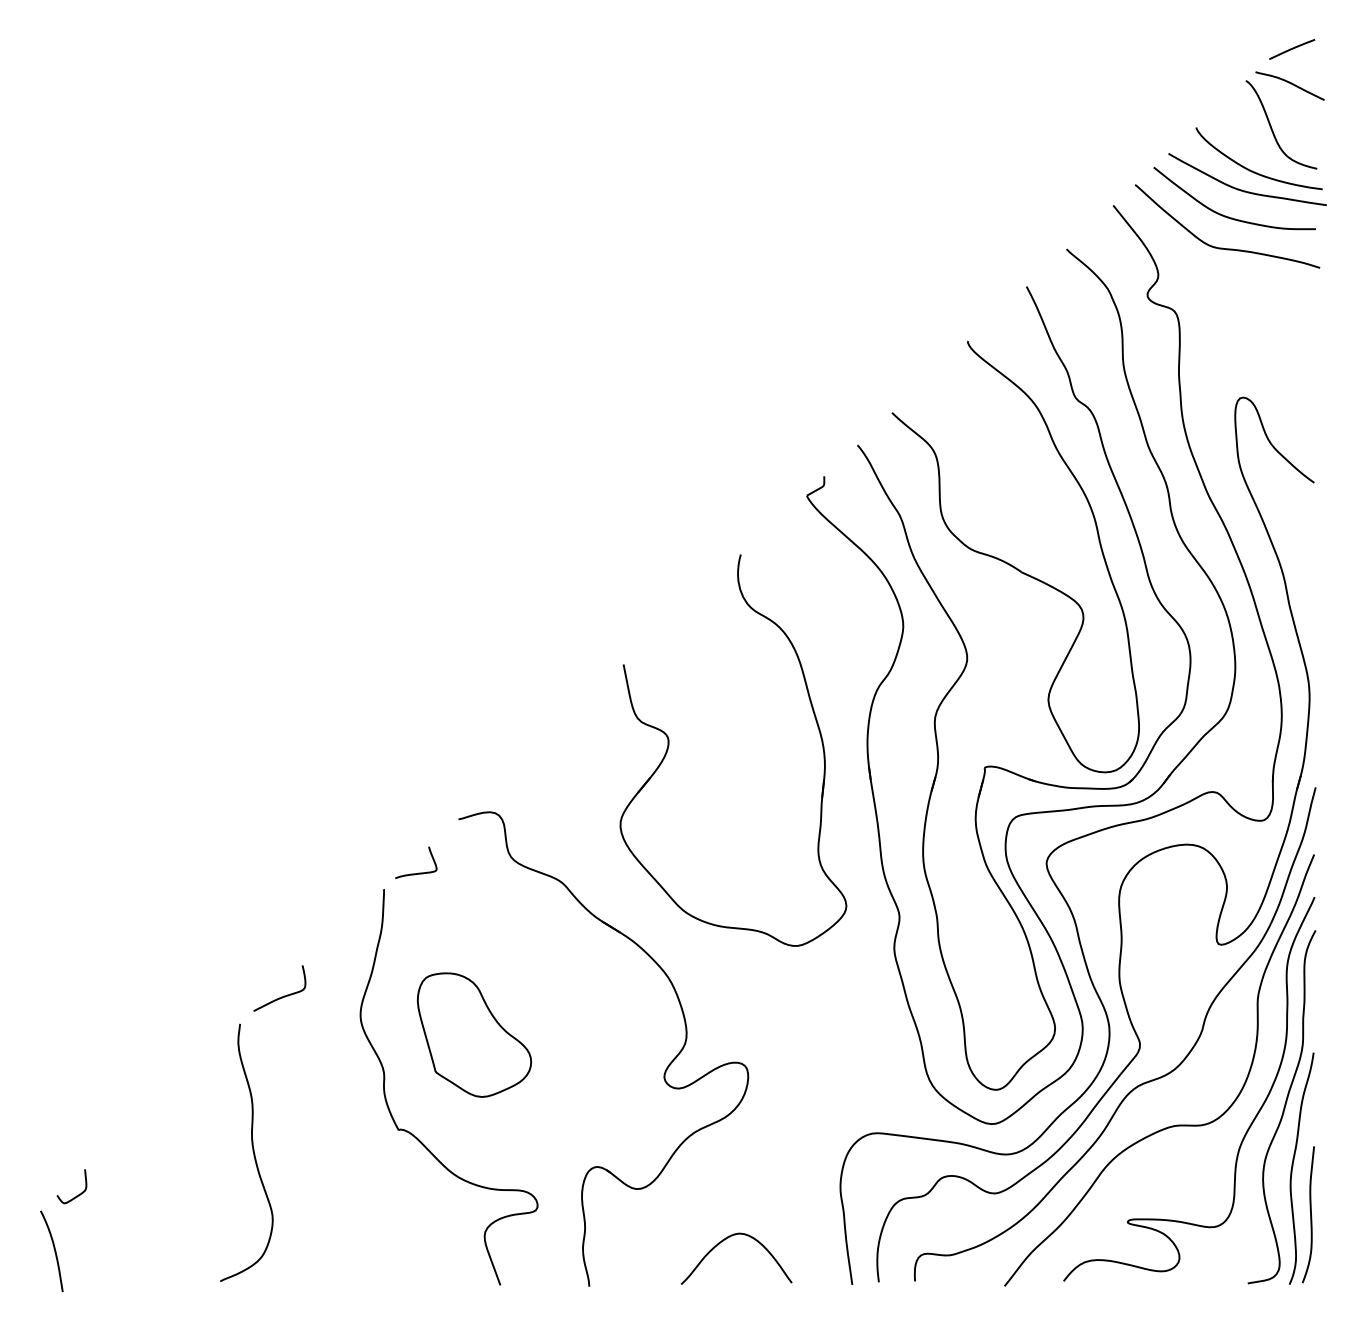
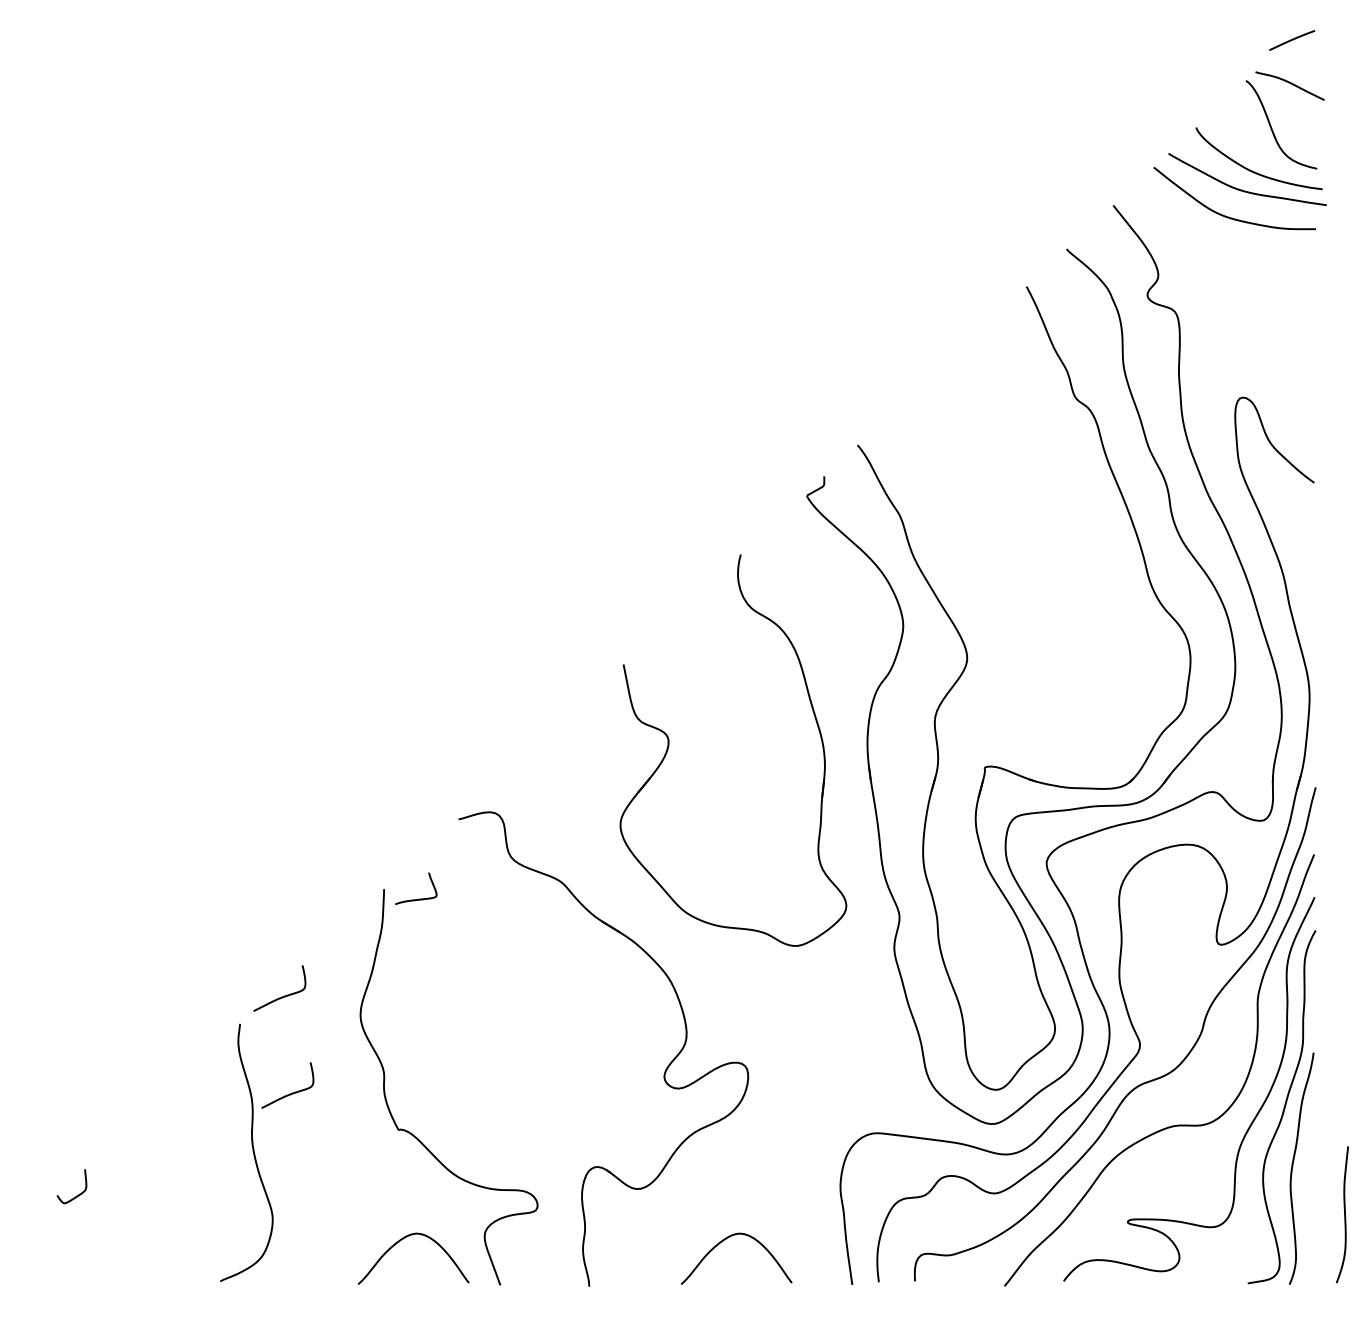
line at (1292, 49) position: (1292, 49) -> (1292, 40)
curve at (1222, 247): present -> none
part at (1011, 564): present -> none
curve at (418, 872) position: (418, 872) -> (418, 898)
part at (474, 1034): present -> none
curve at (289, 1093): none -> present
curve at (1310, 1214) position: (1310, 1214) -> (1344, 1214)
curve at (399, 1242): none -> present
curve at (54, 1251): present -> none
